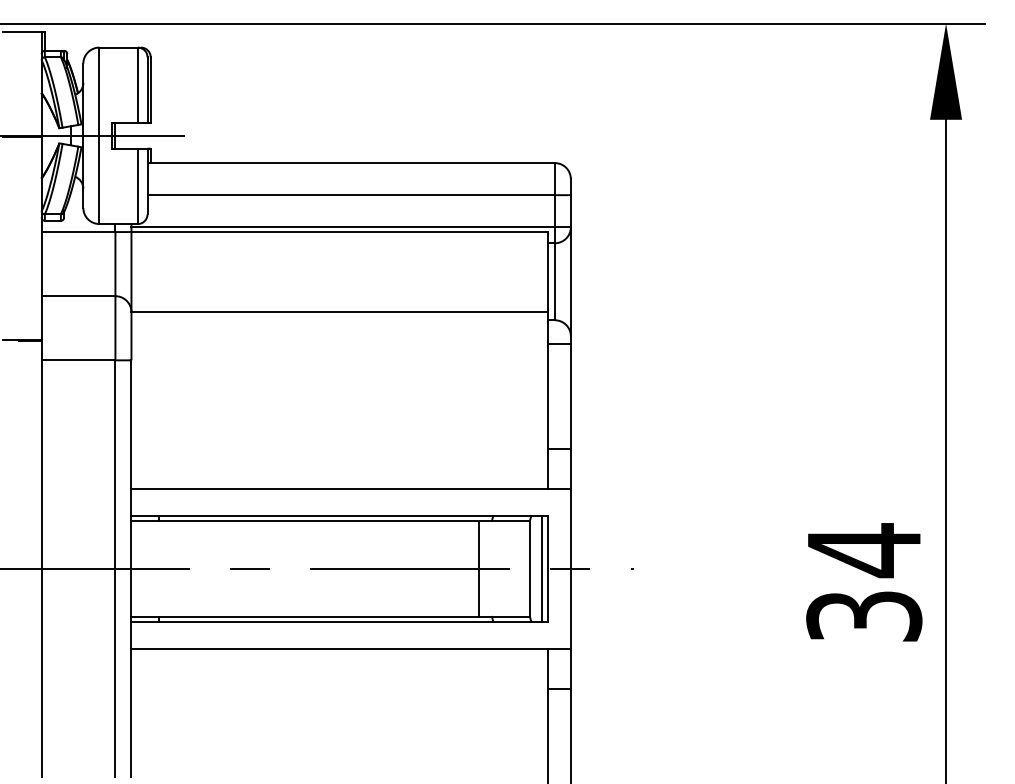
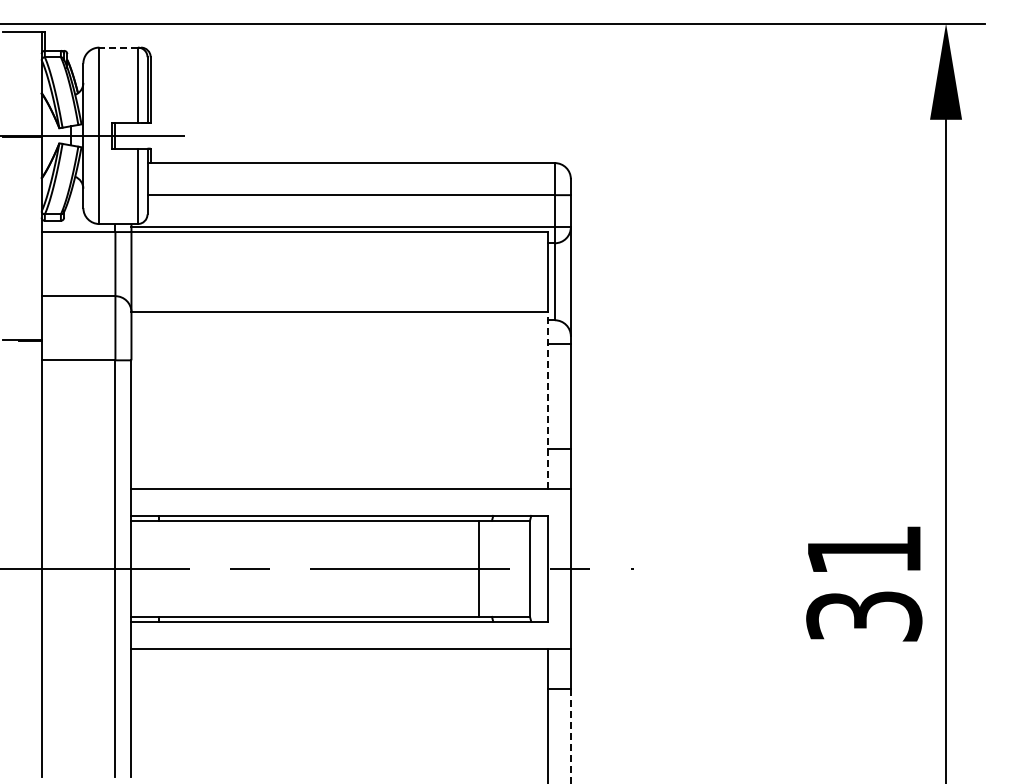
line at (118, 47): solid -> dashed
line at (548, 400): solid -> dashed
text at (864, 550): 34 -> 31
line at (542, 568): present -> none
line at (570, 736): solid -> dashed
